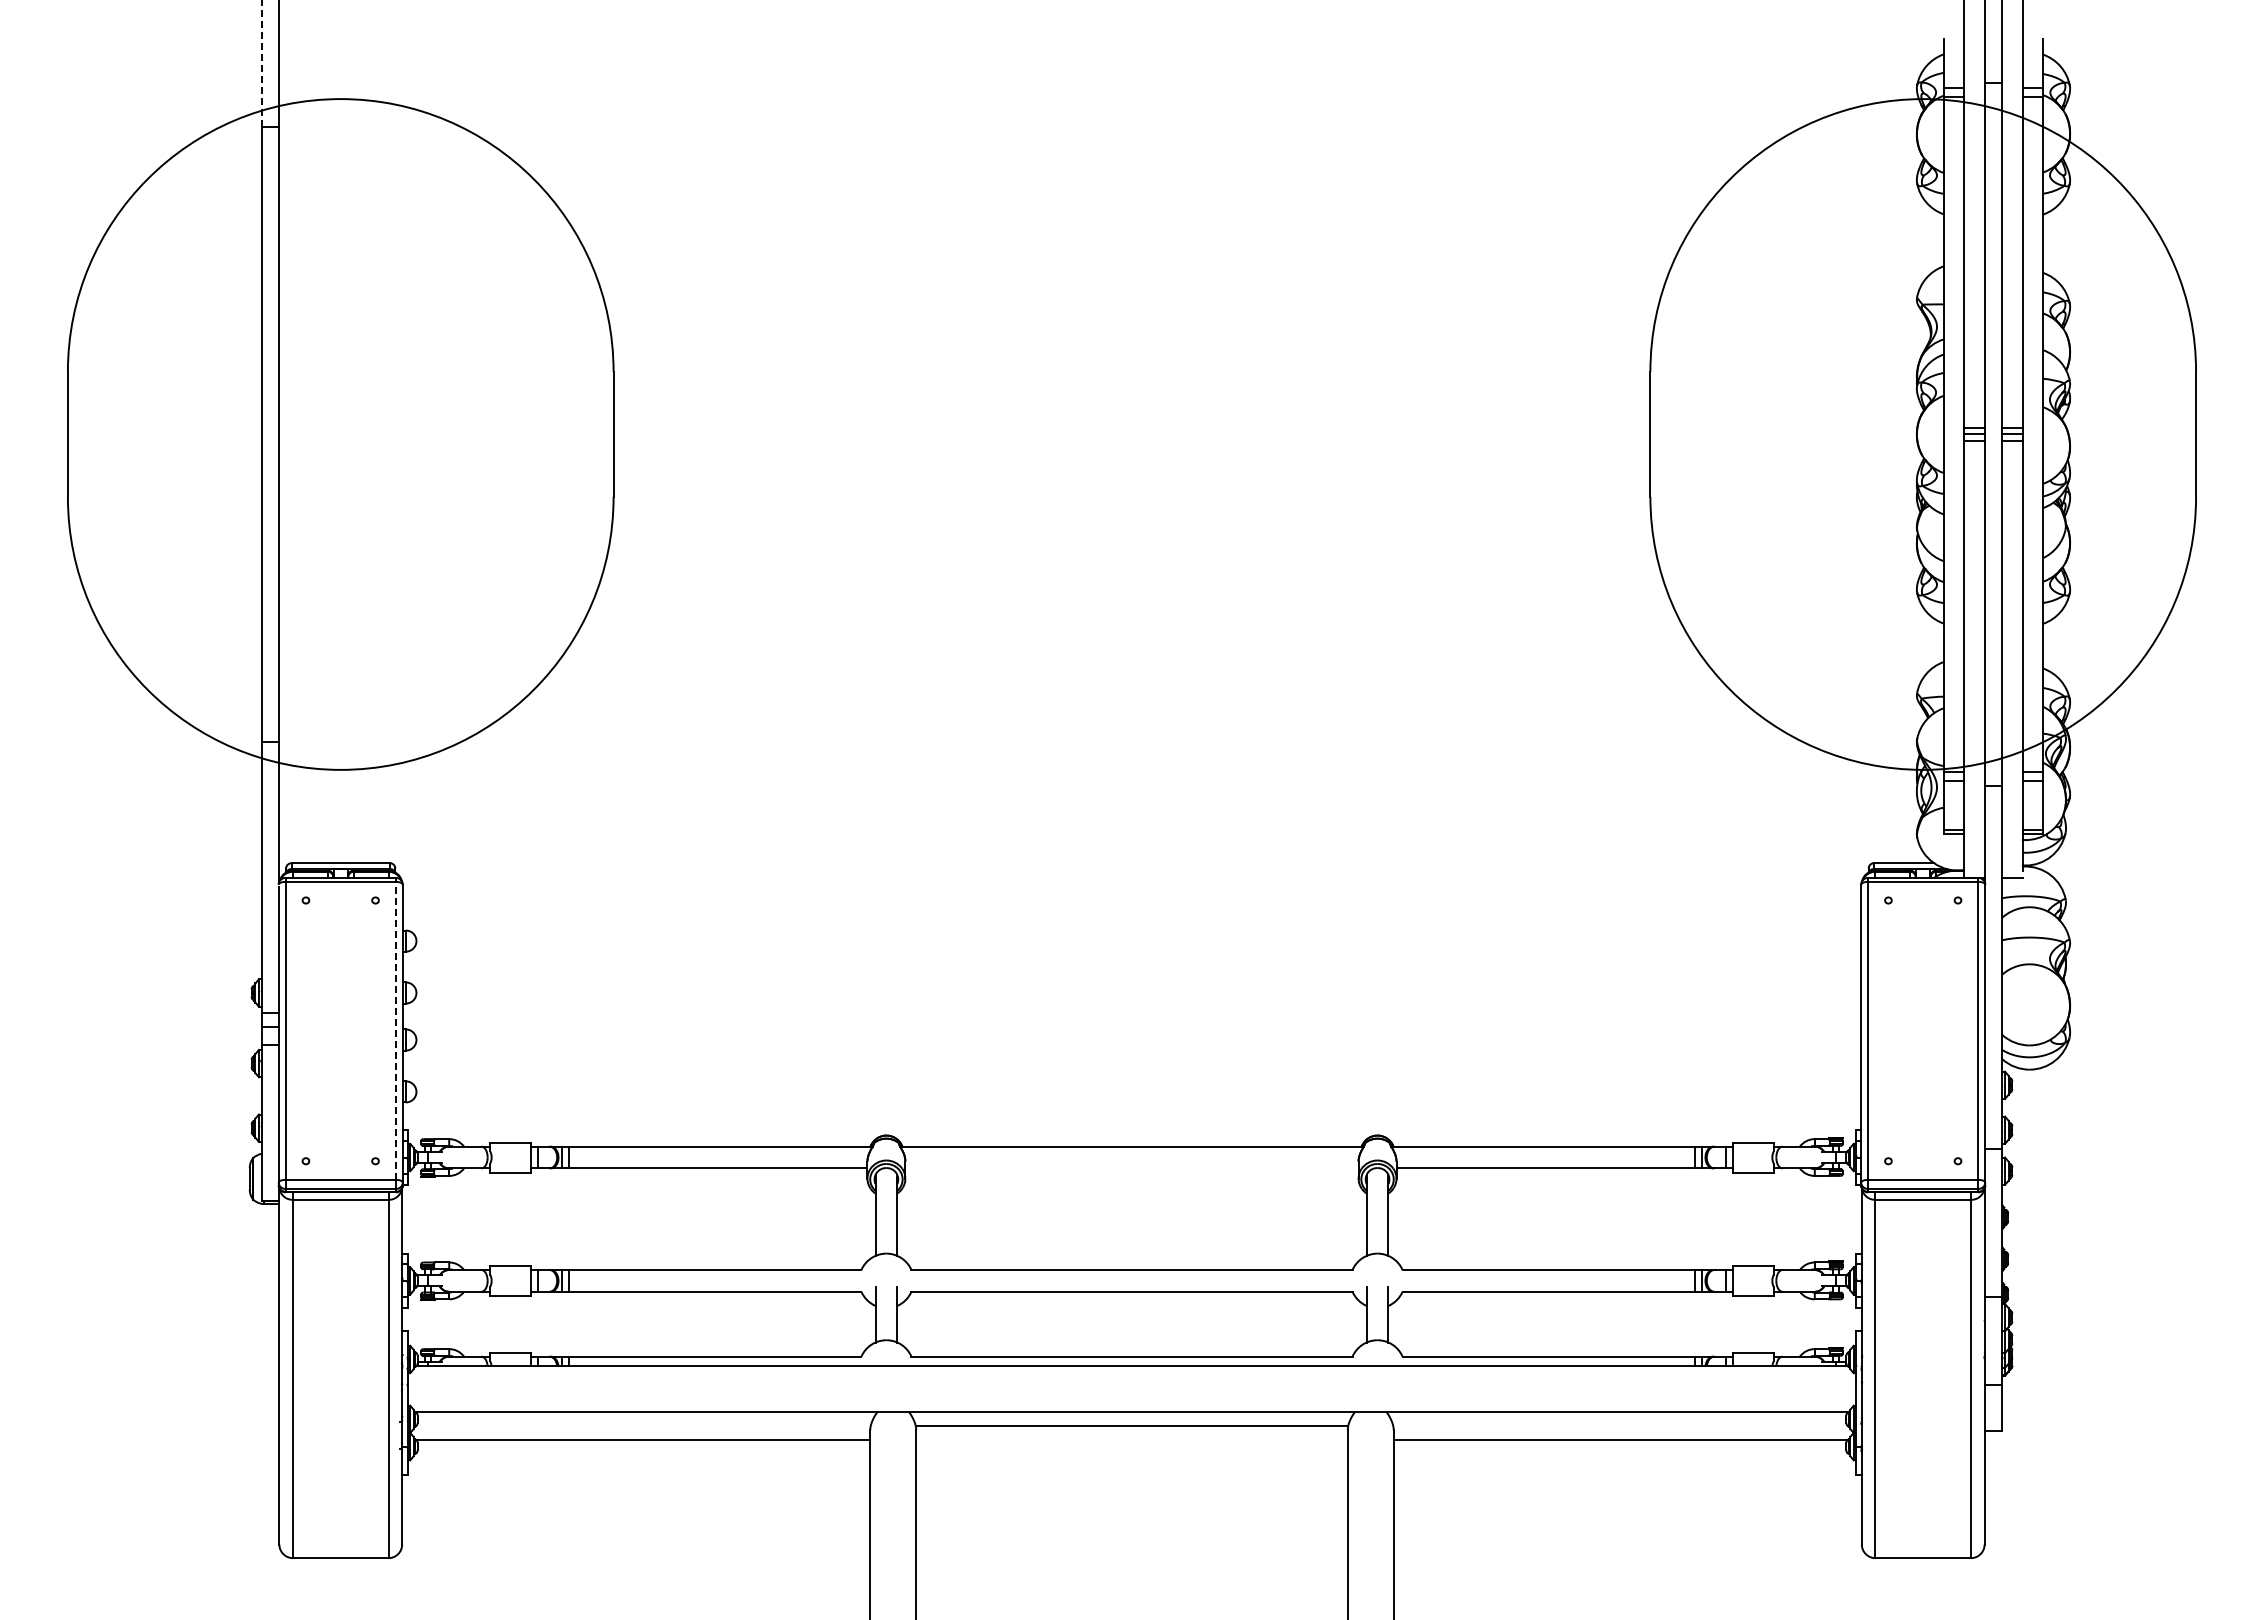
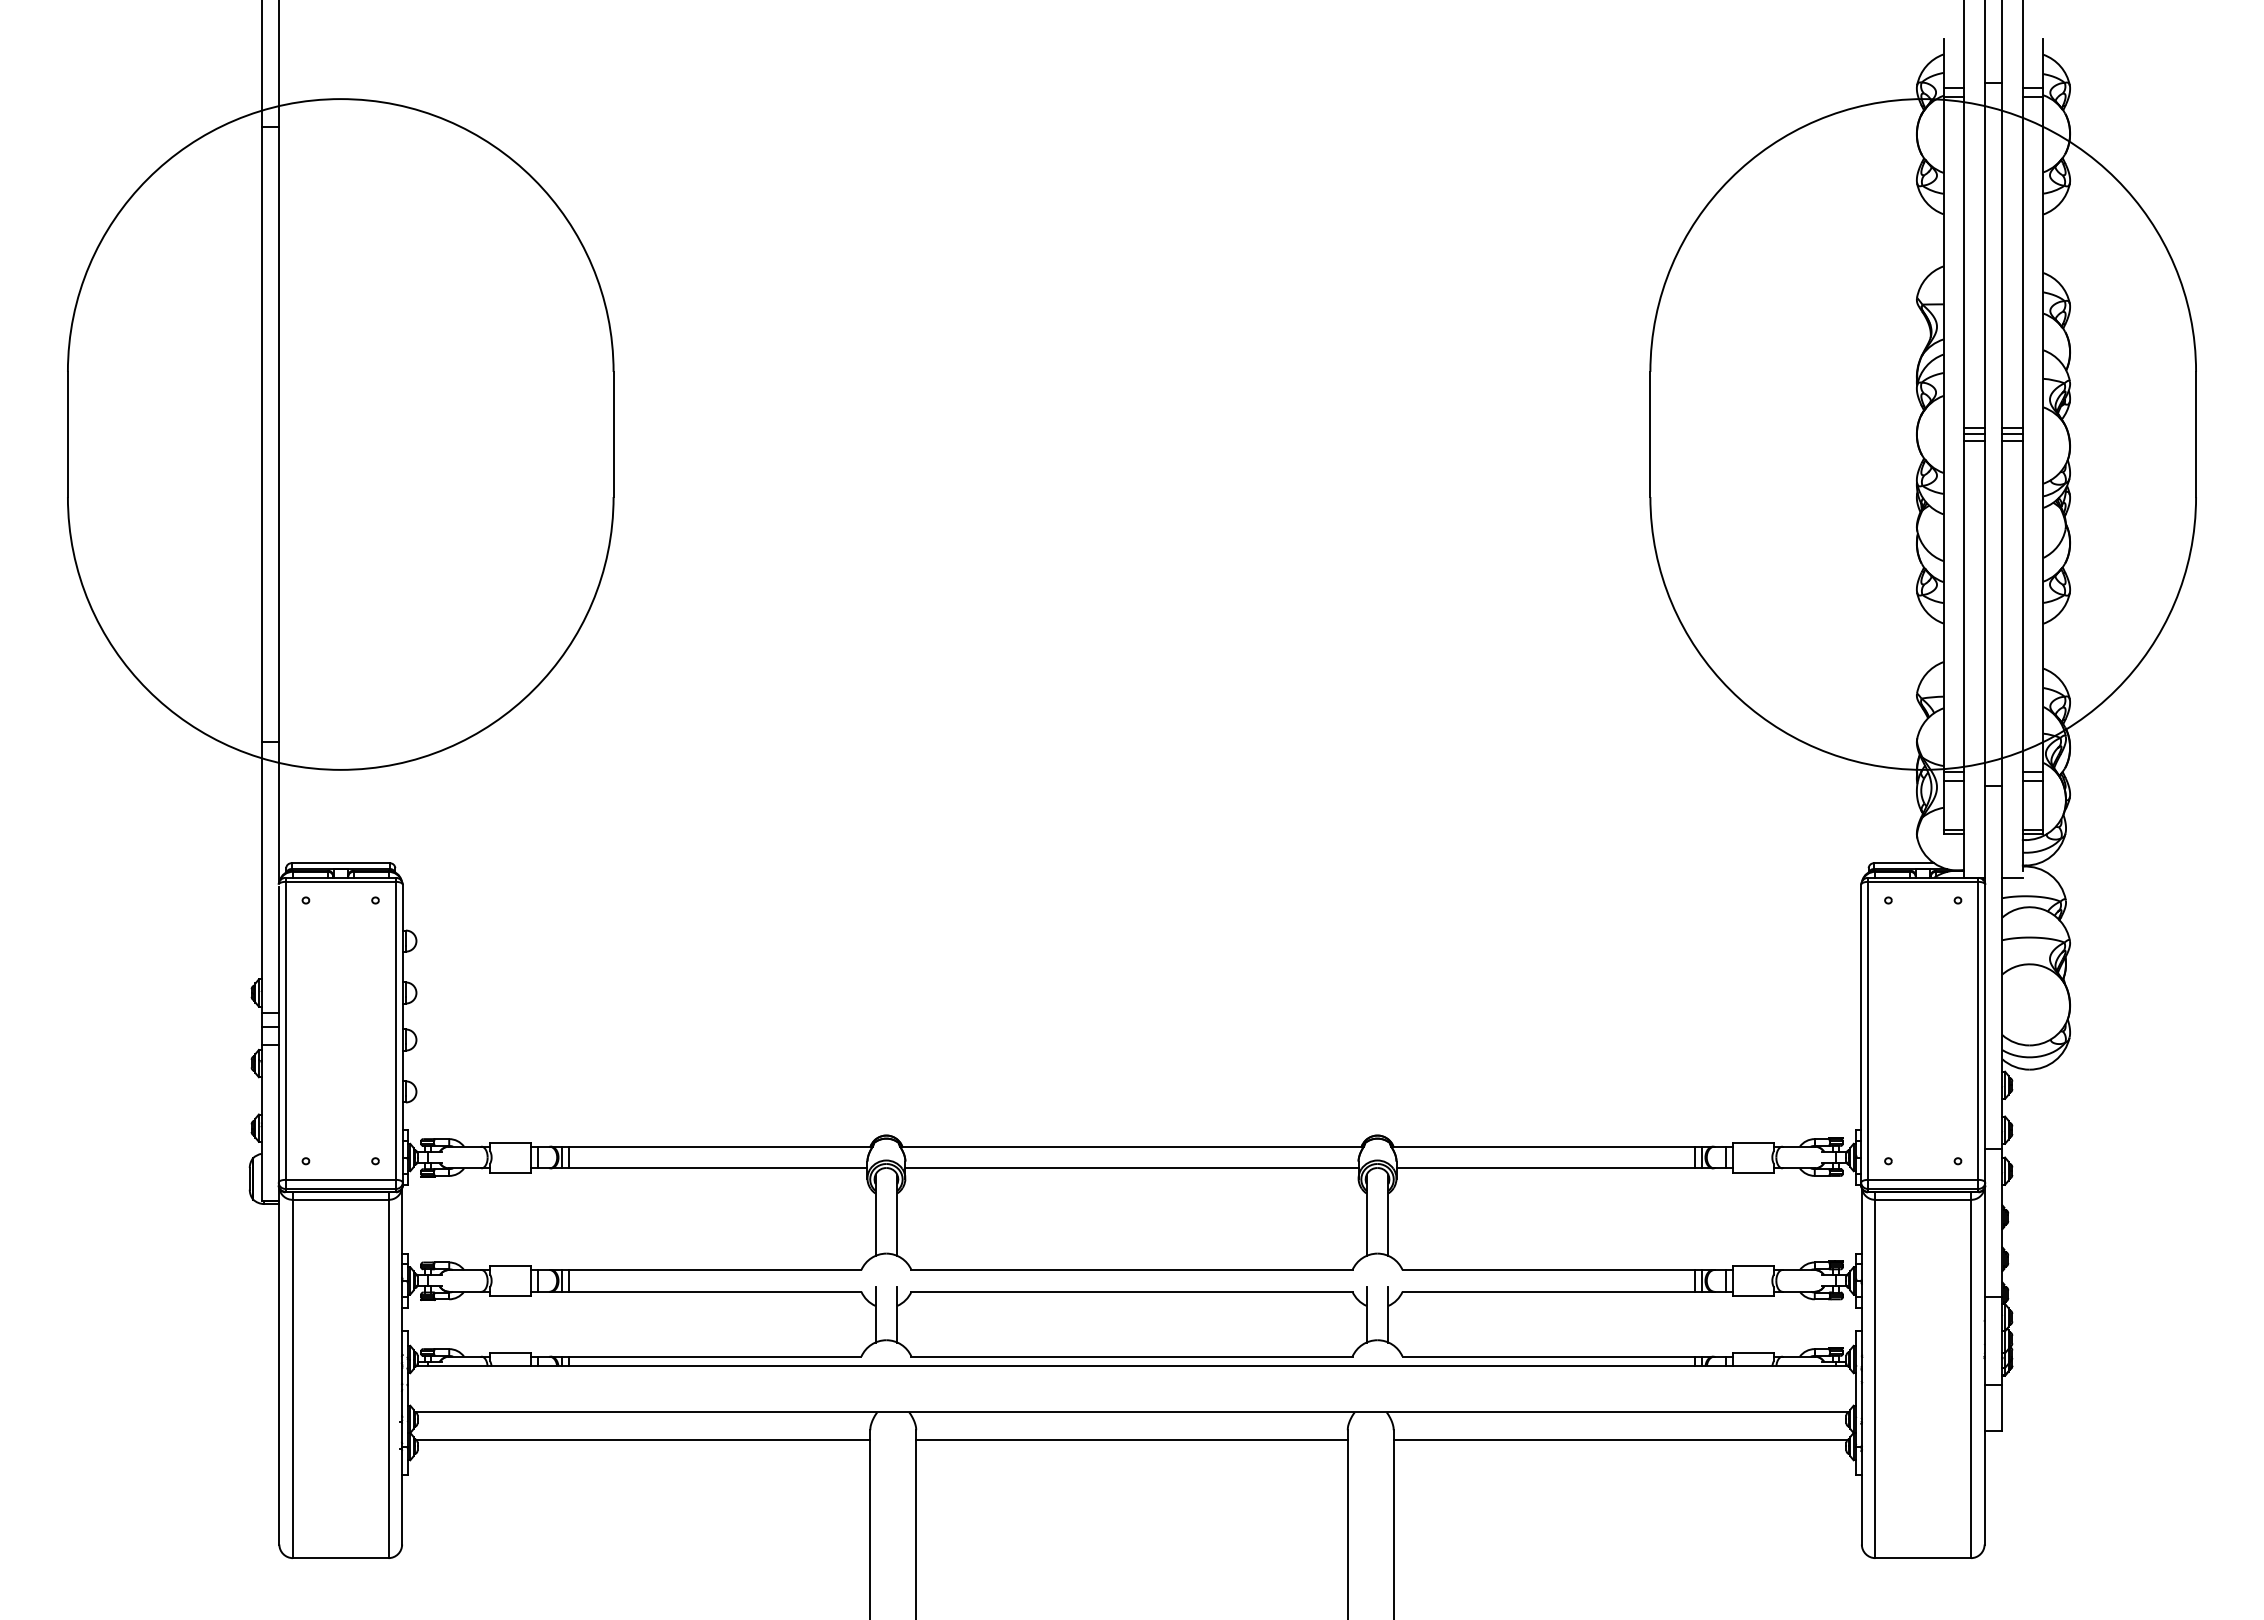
line at (261, 63): dashed -> solid
line at (396, 1030): dashed -> solid
line at (1131, 1168): none -> present
line at (1131, 1425) position: (1131, 1425) -> (1131, 1439)
